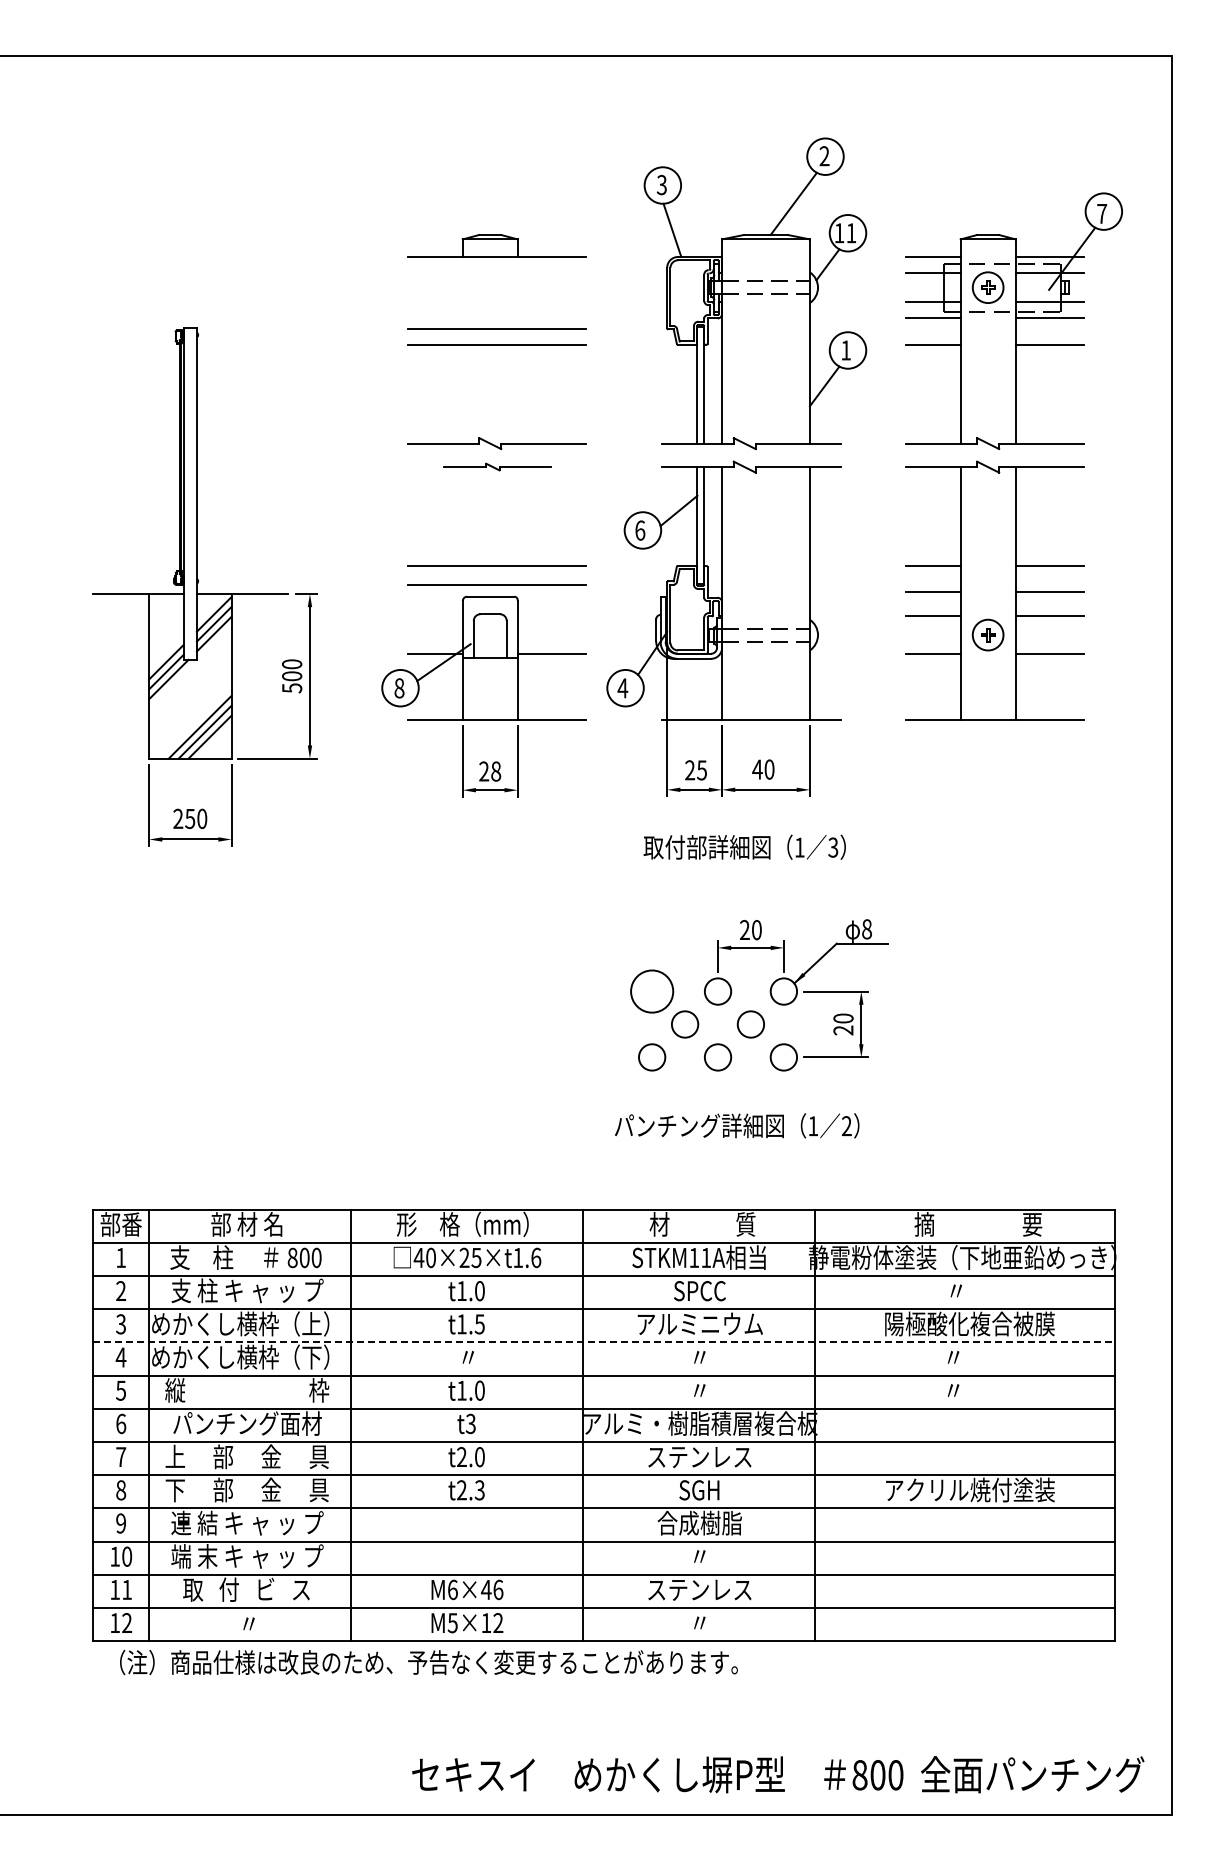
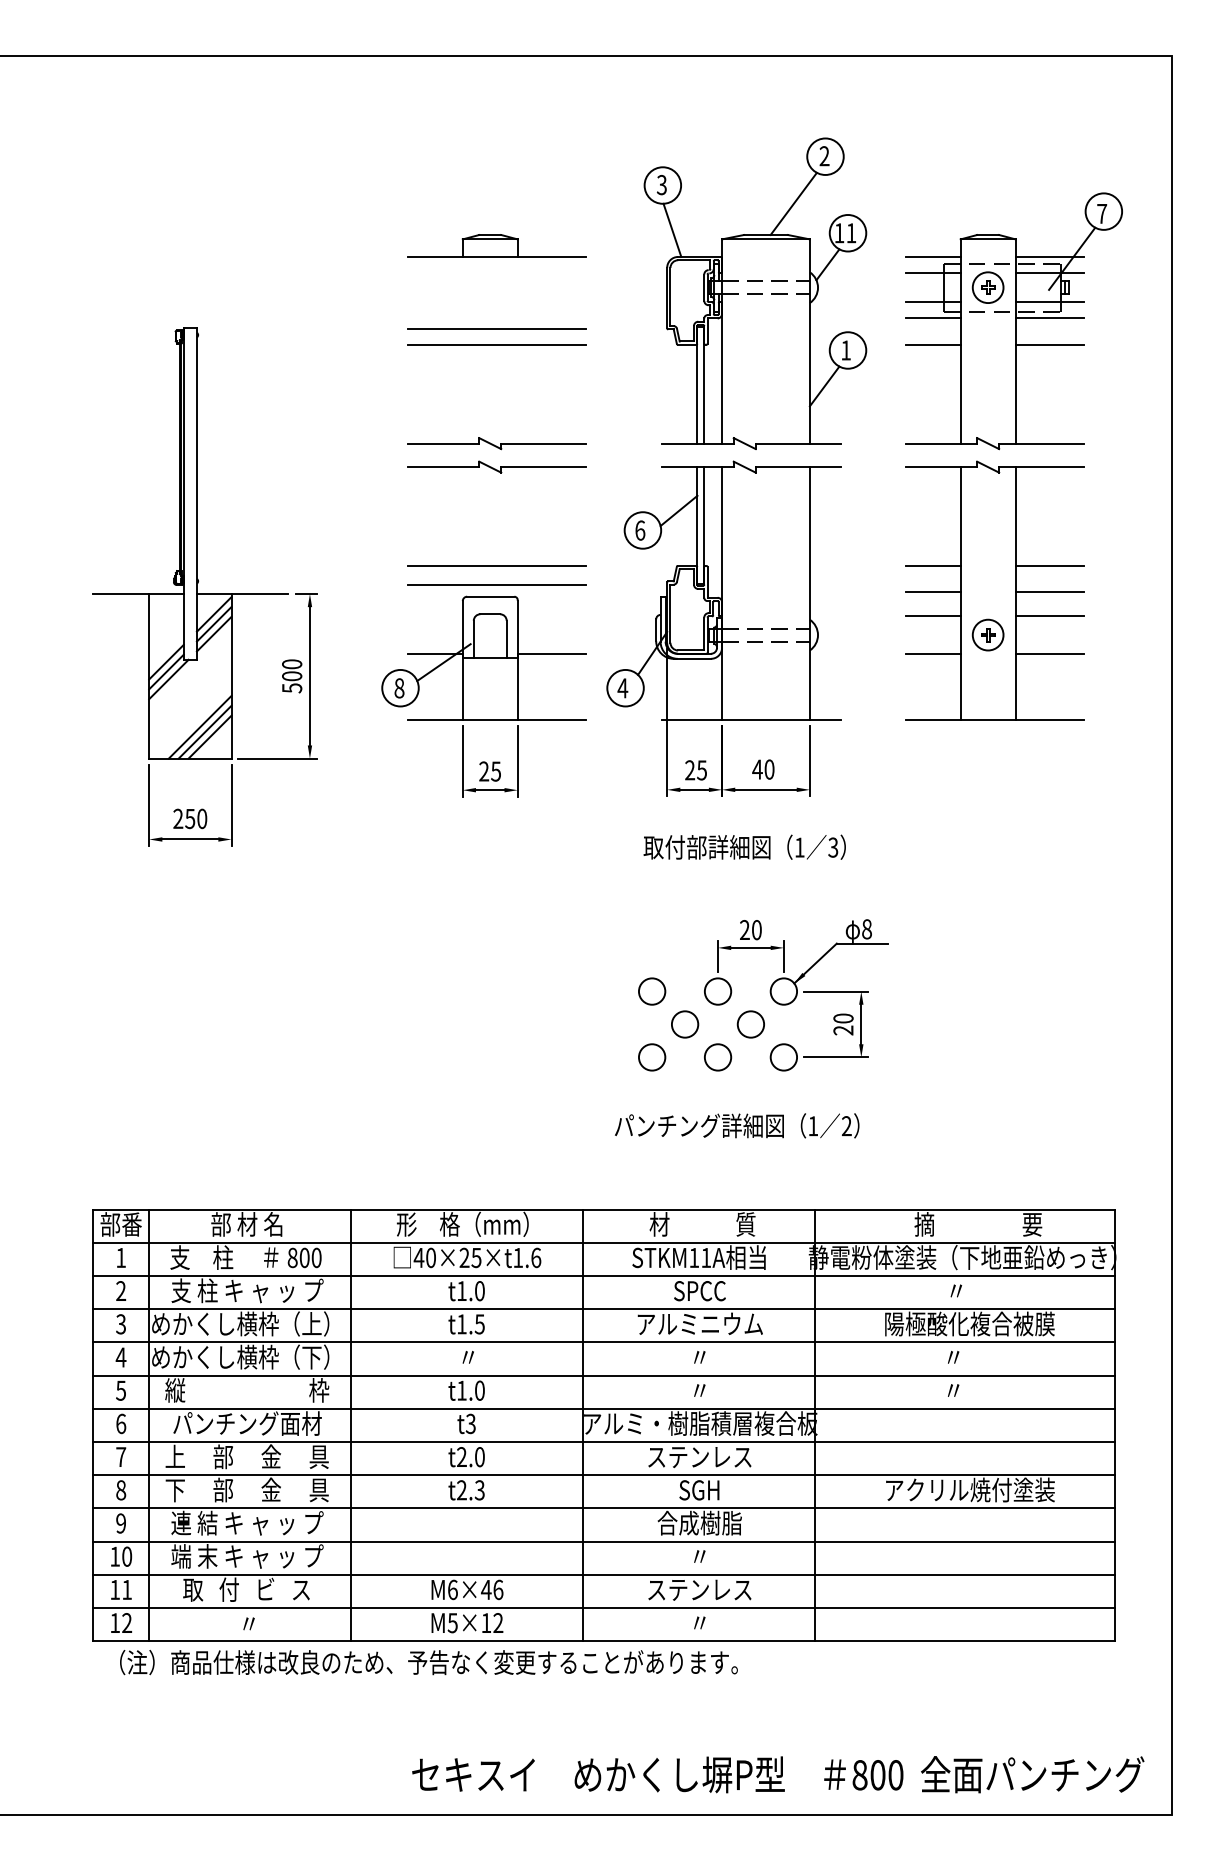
part at (497, 466) size: 109x10 px -> 180x14 px
text at (496, 771): 28 -> 25
circle at (652, 991) diameter: 42 px -> 26 px
line at (604, 1342): dashed -> solid
